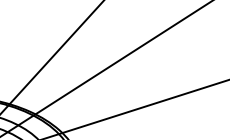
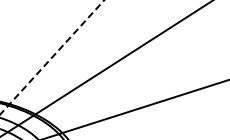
line at (51, 57): solid -> dashed
